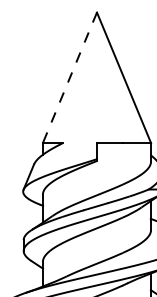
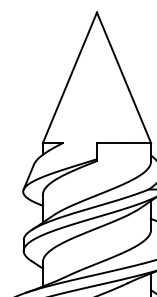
line at (69, 77): dashed -> solid
